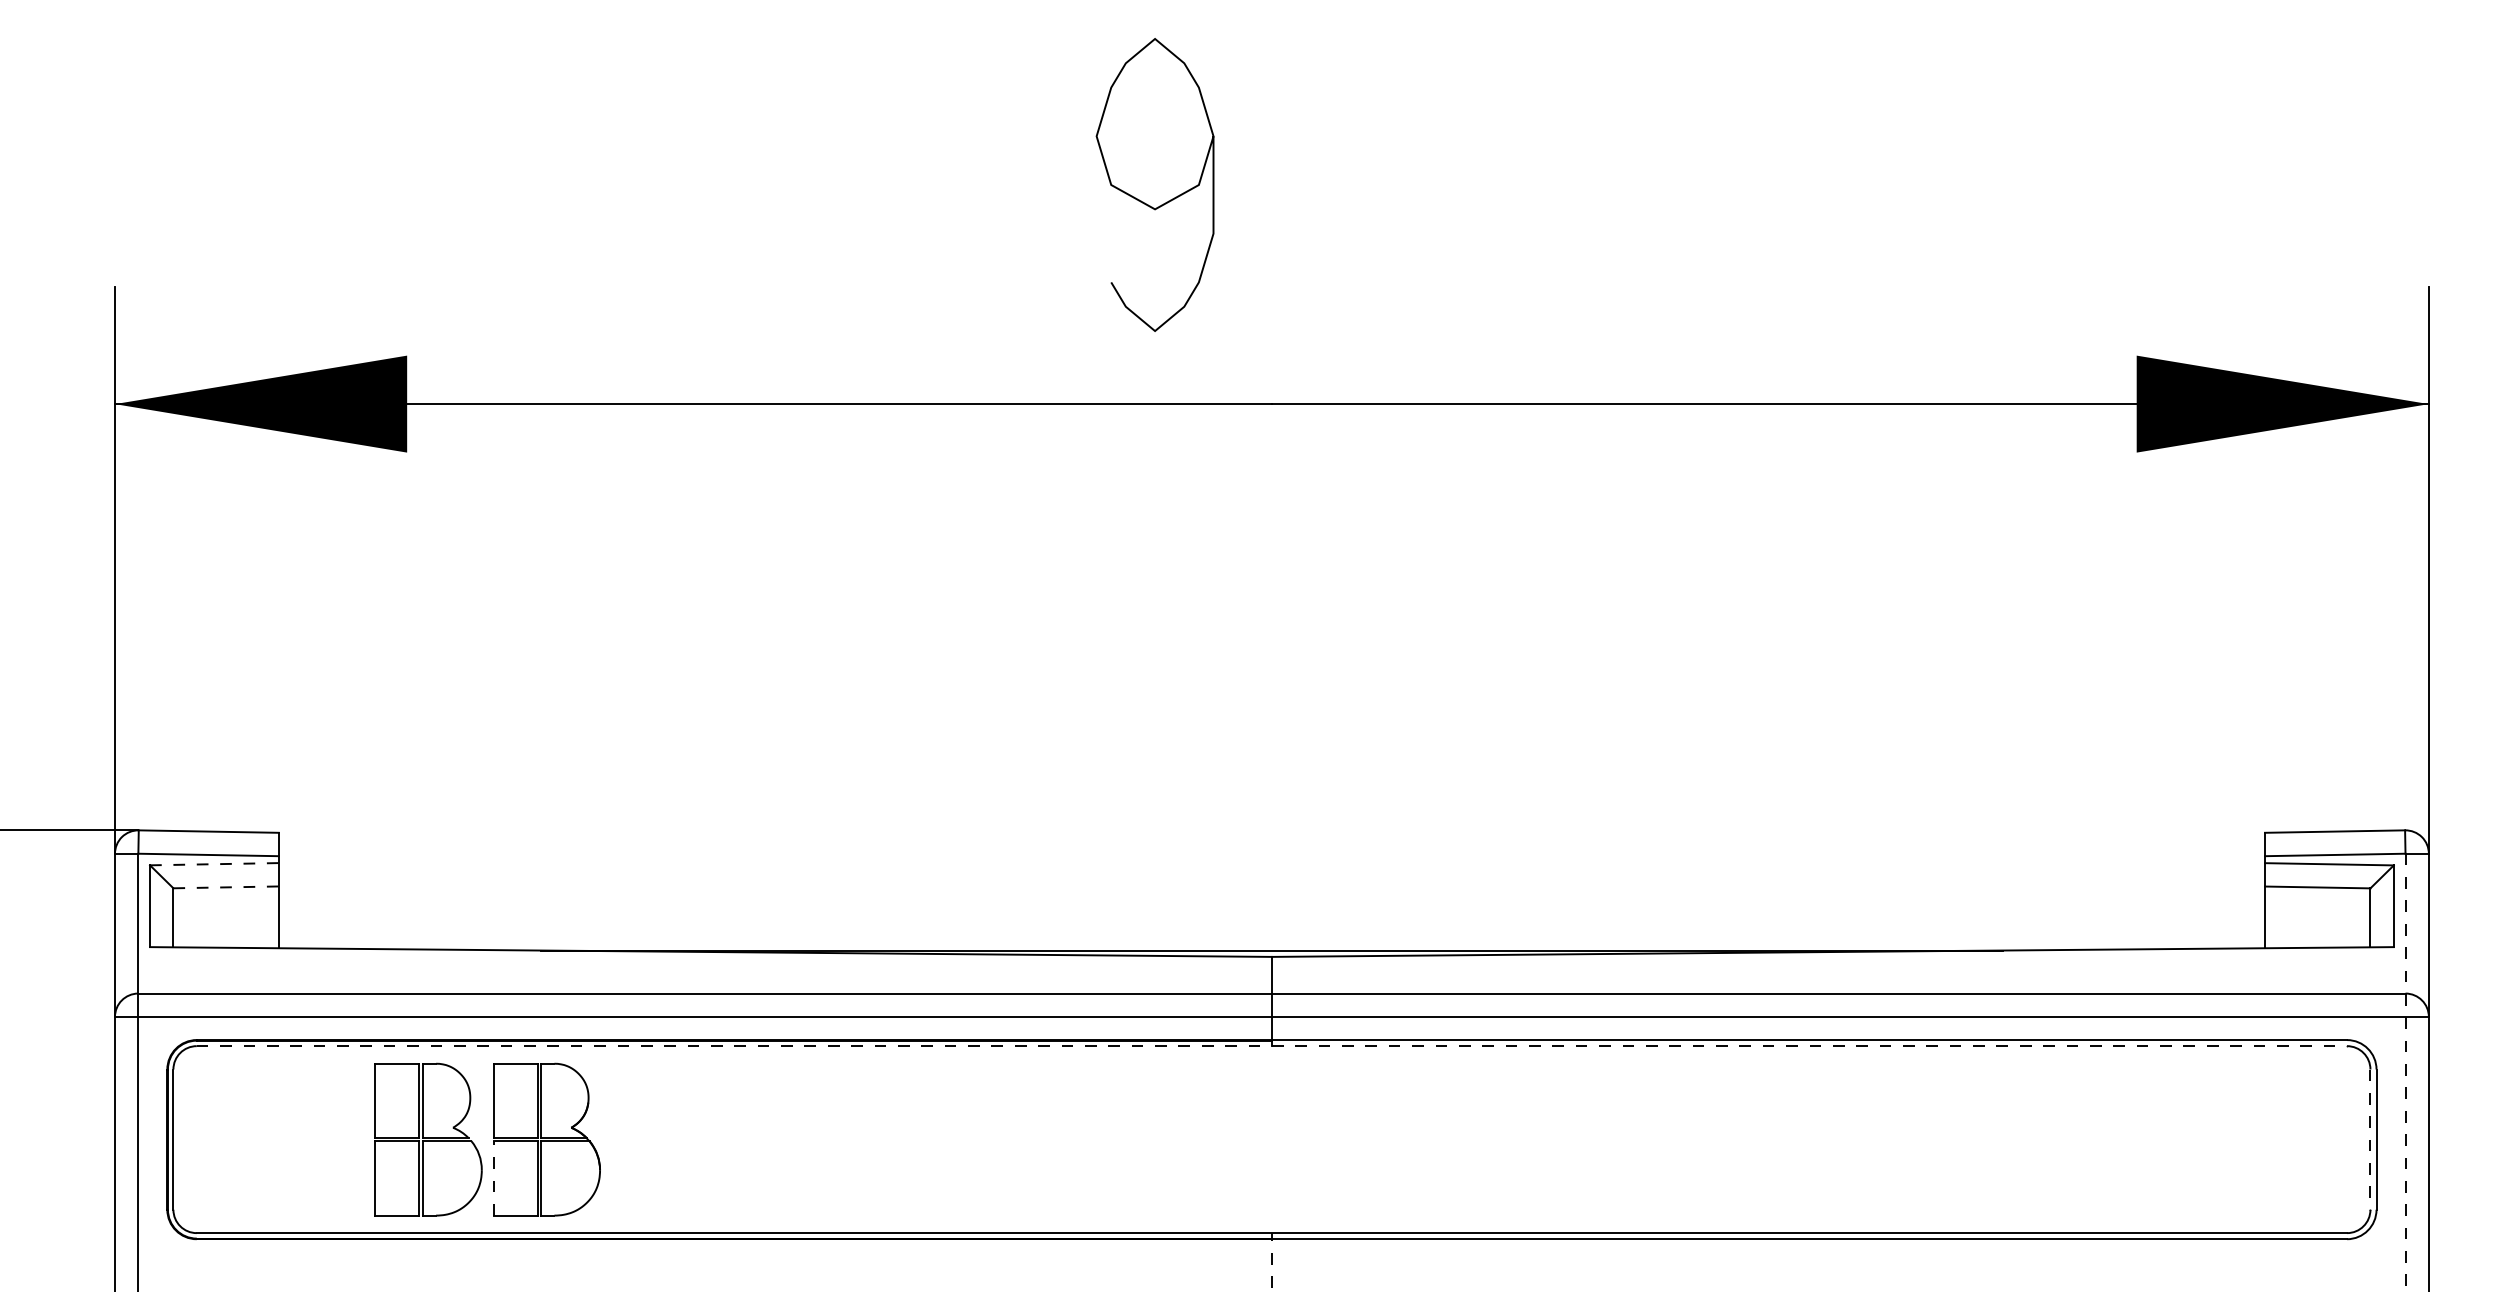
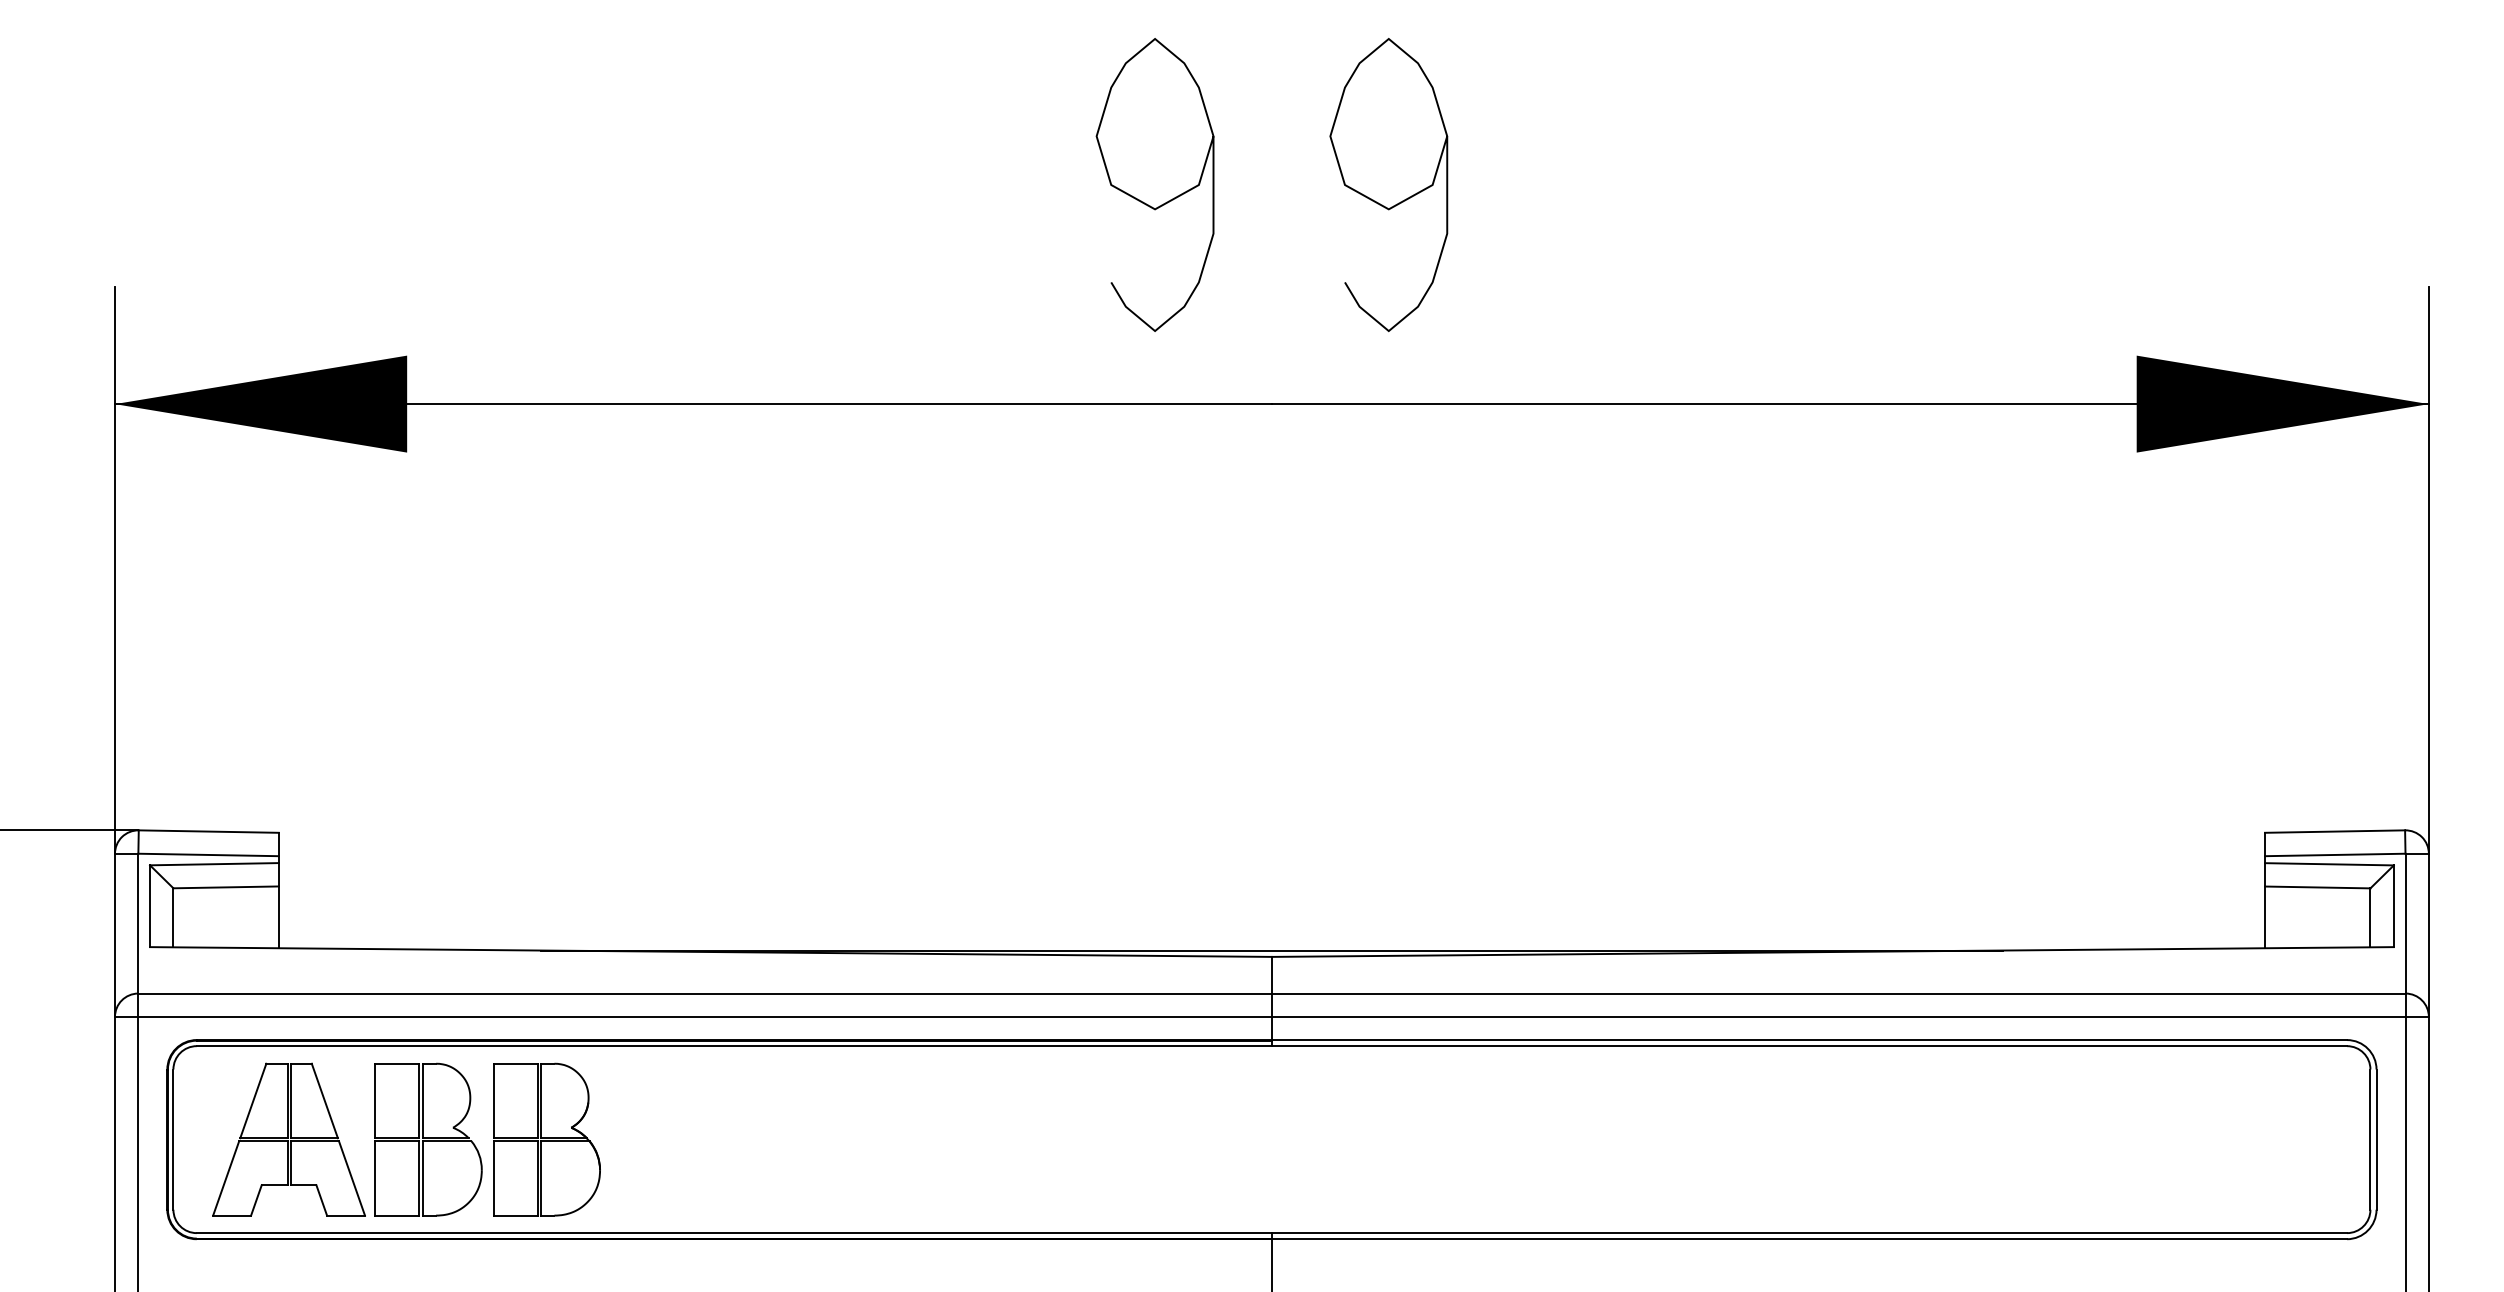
curve at (1378, 202): none -> present
line at (214, 864): dashed -> solid
line at (226, 887): dashed -> solid
line at (1272, 1046): dashed -> solid
line at (2405, 1072): dashed -> solid
part at (288, 1139): none -> present
line at (2370, 1140): dashed -> solid
line at (493, 1177): dashed -> solid
line at (1271, 1262): dashed -> solid
